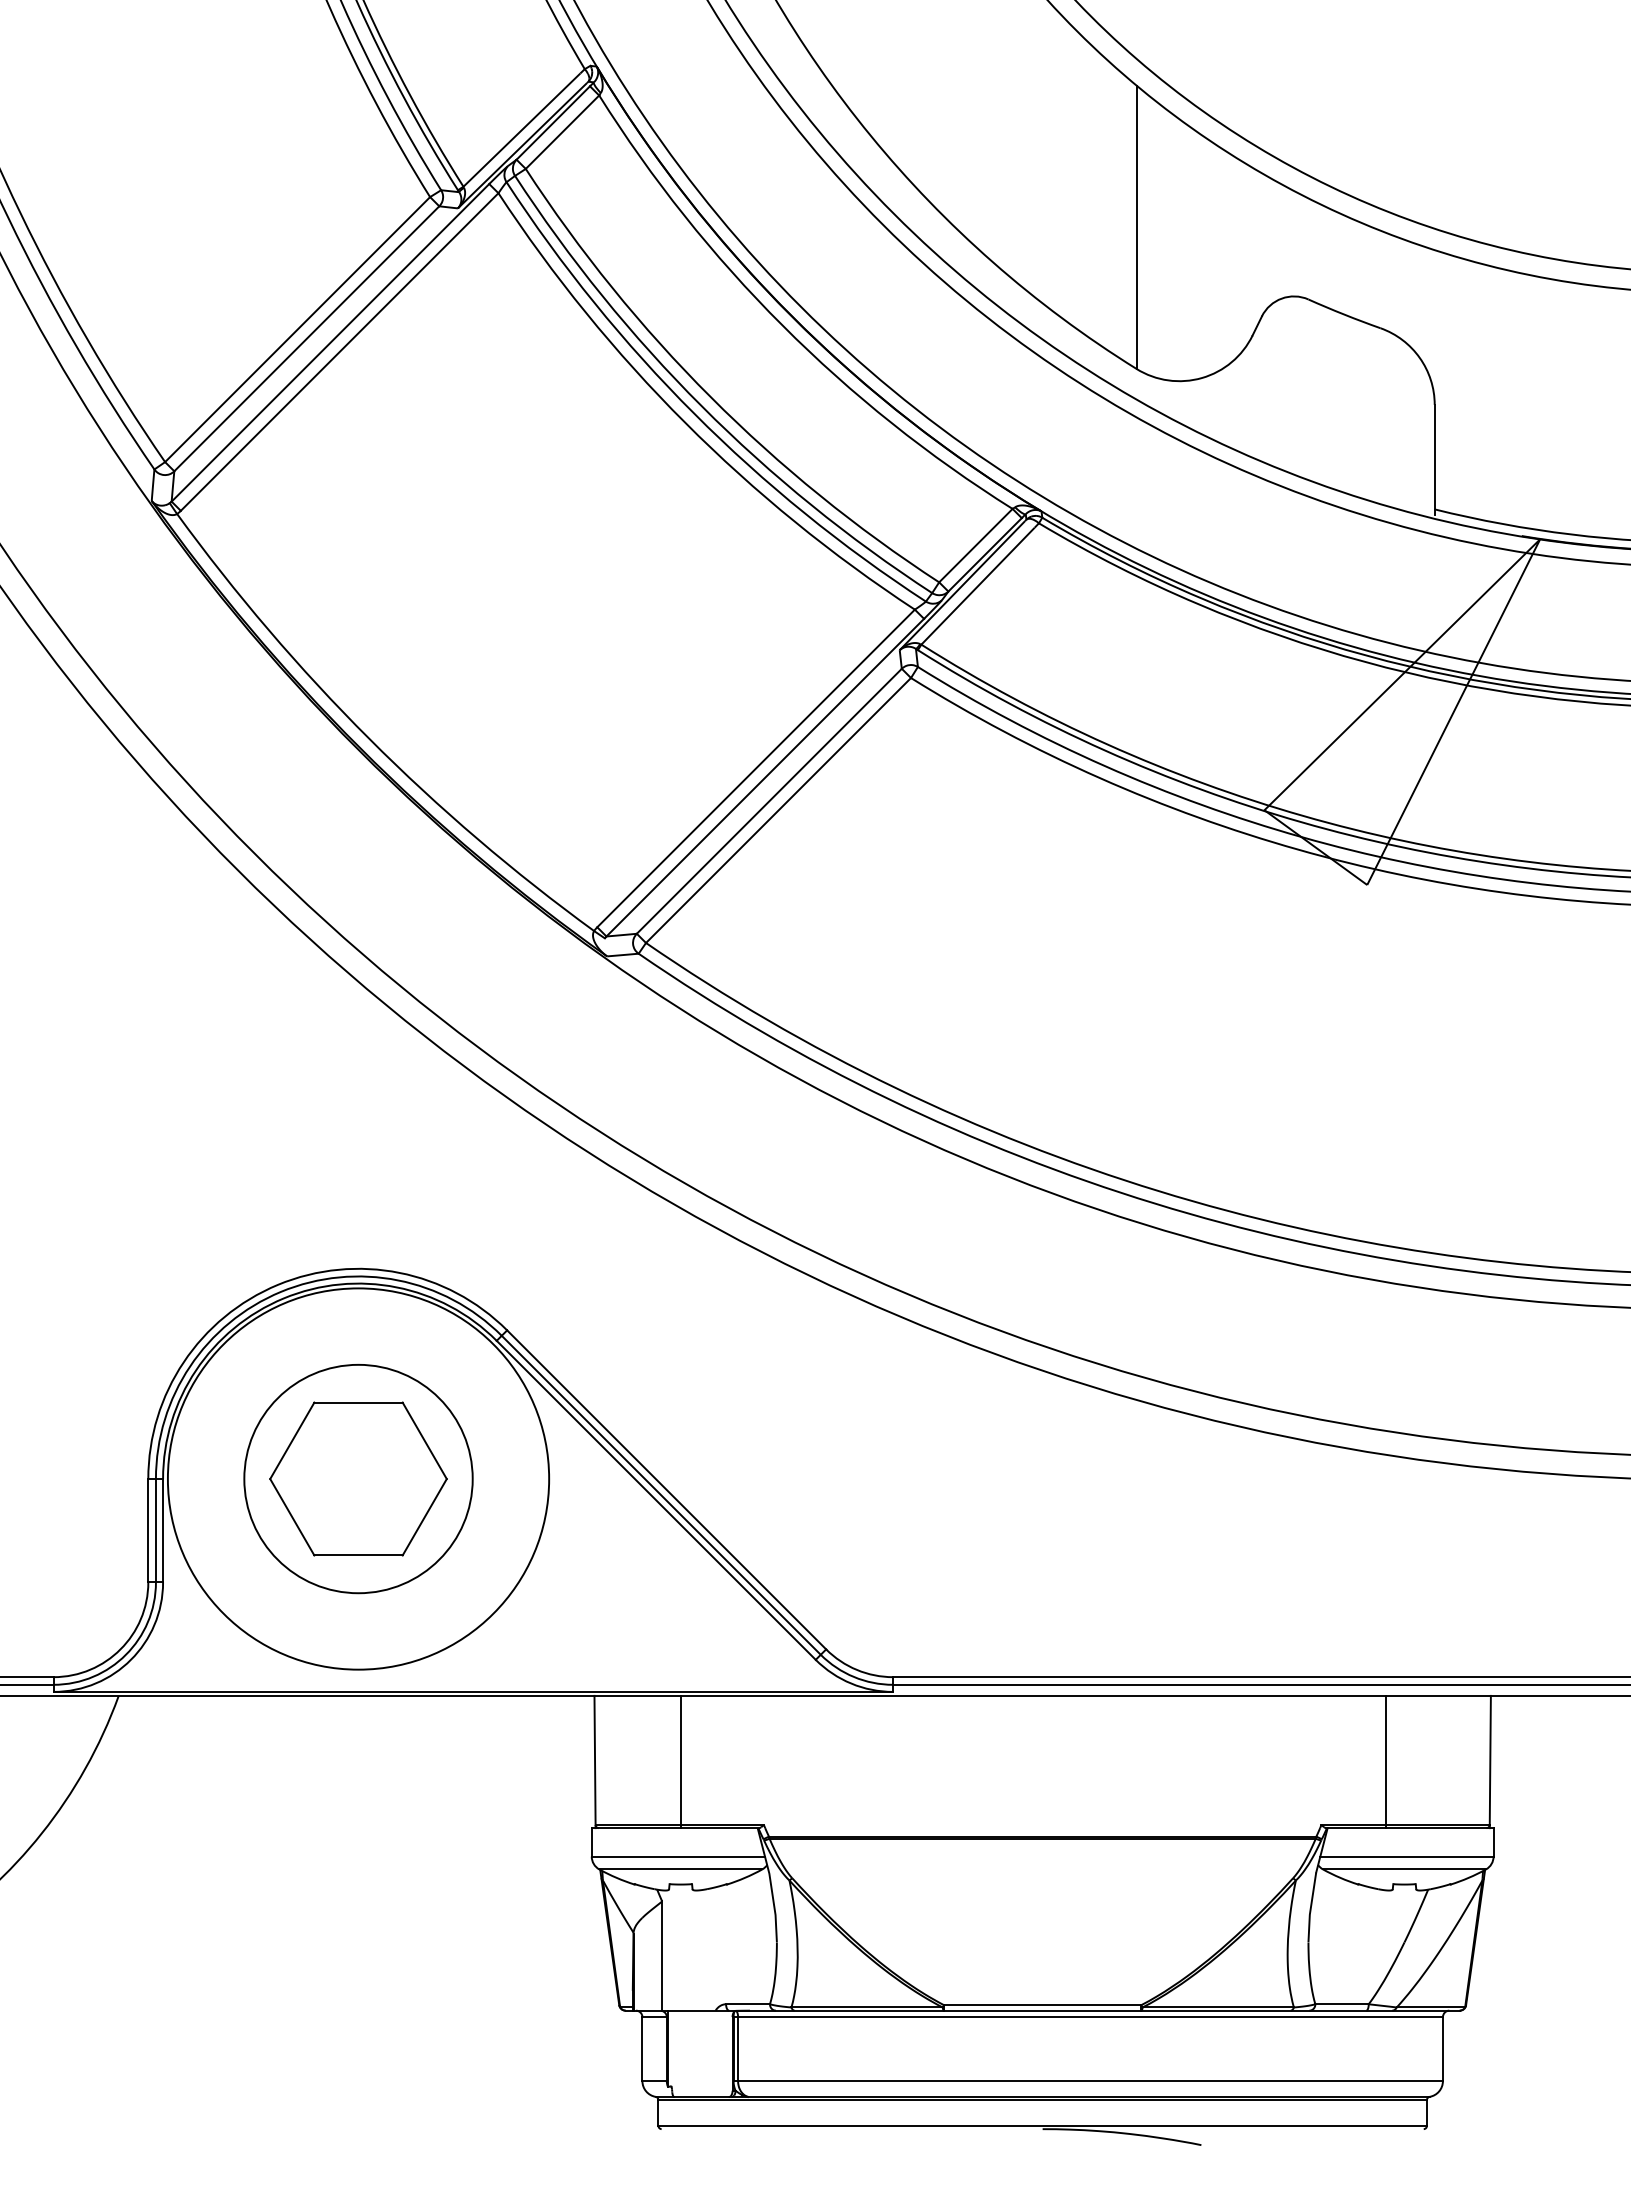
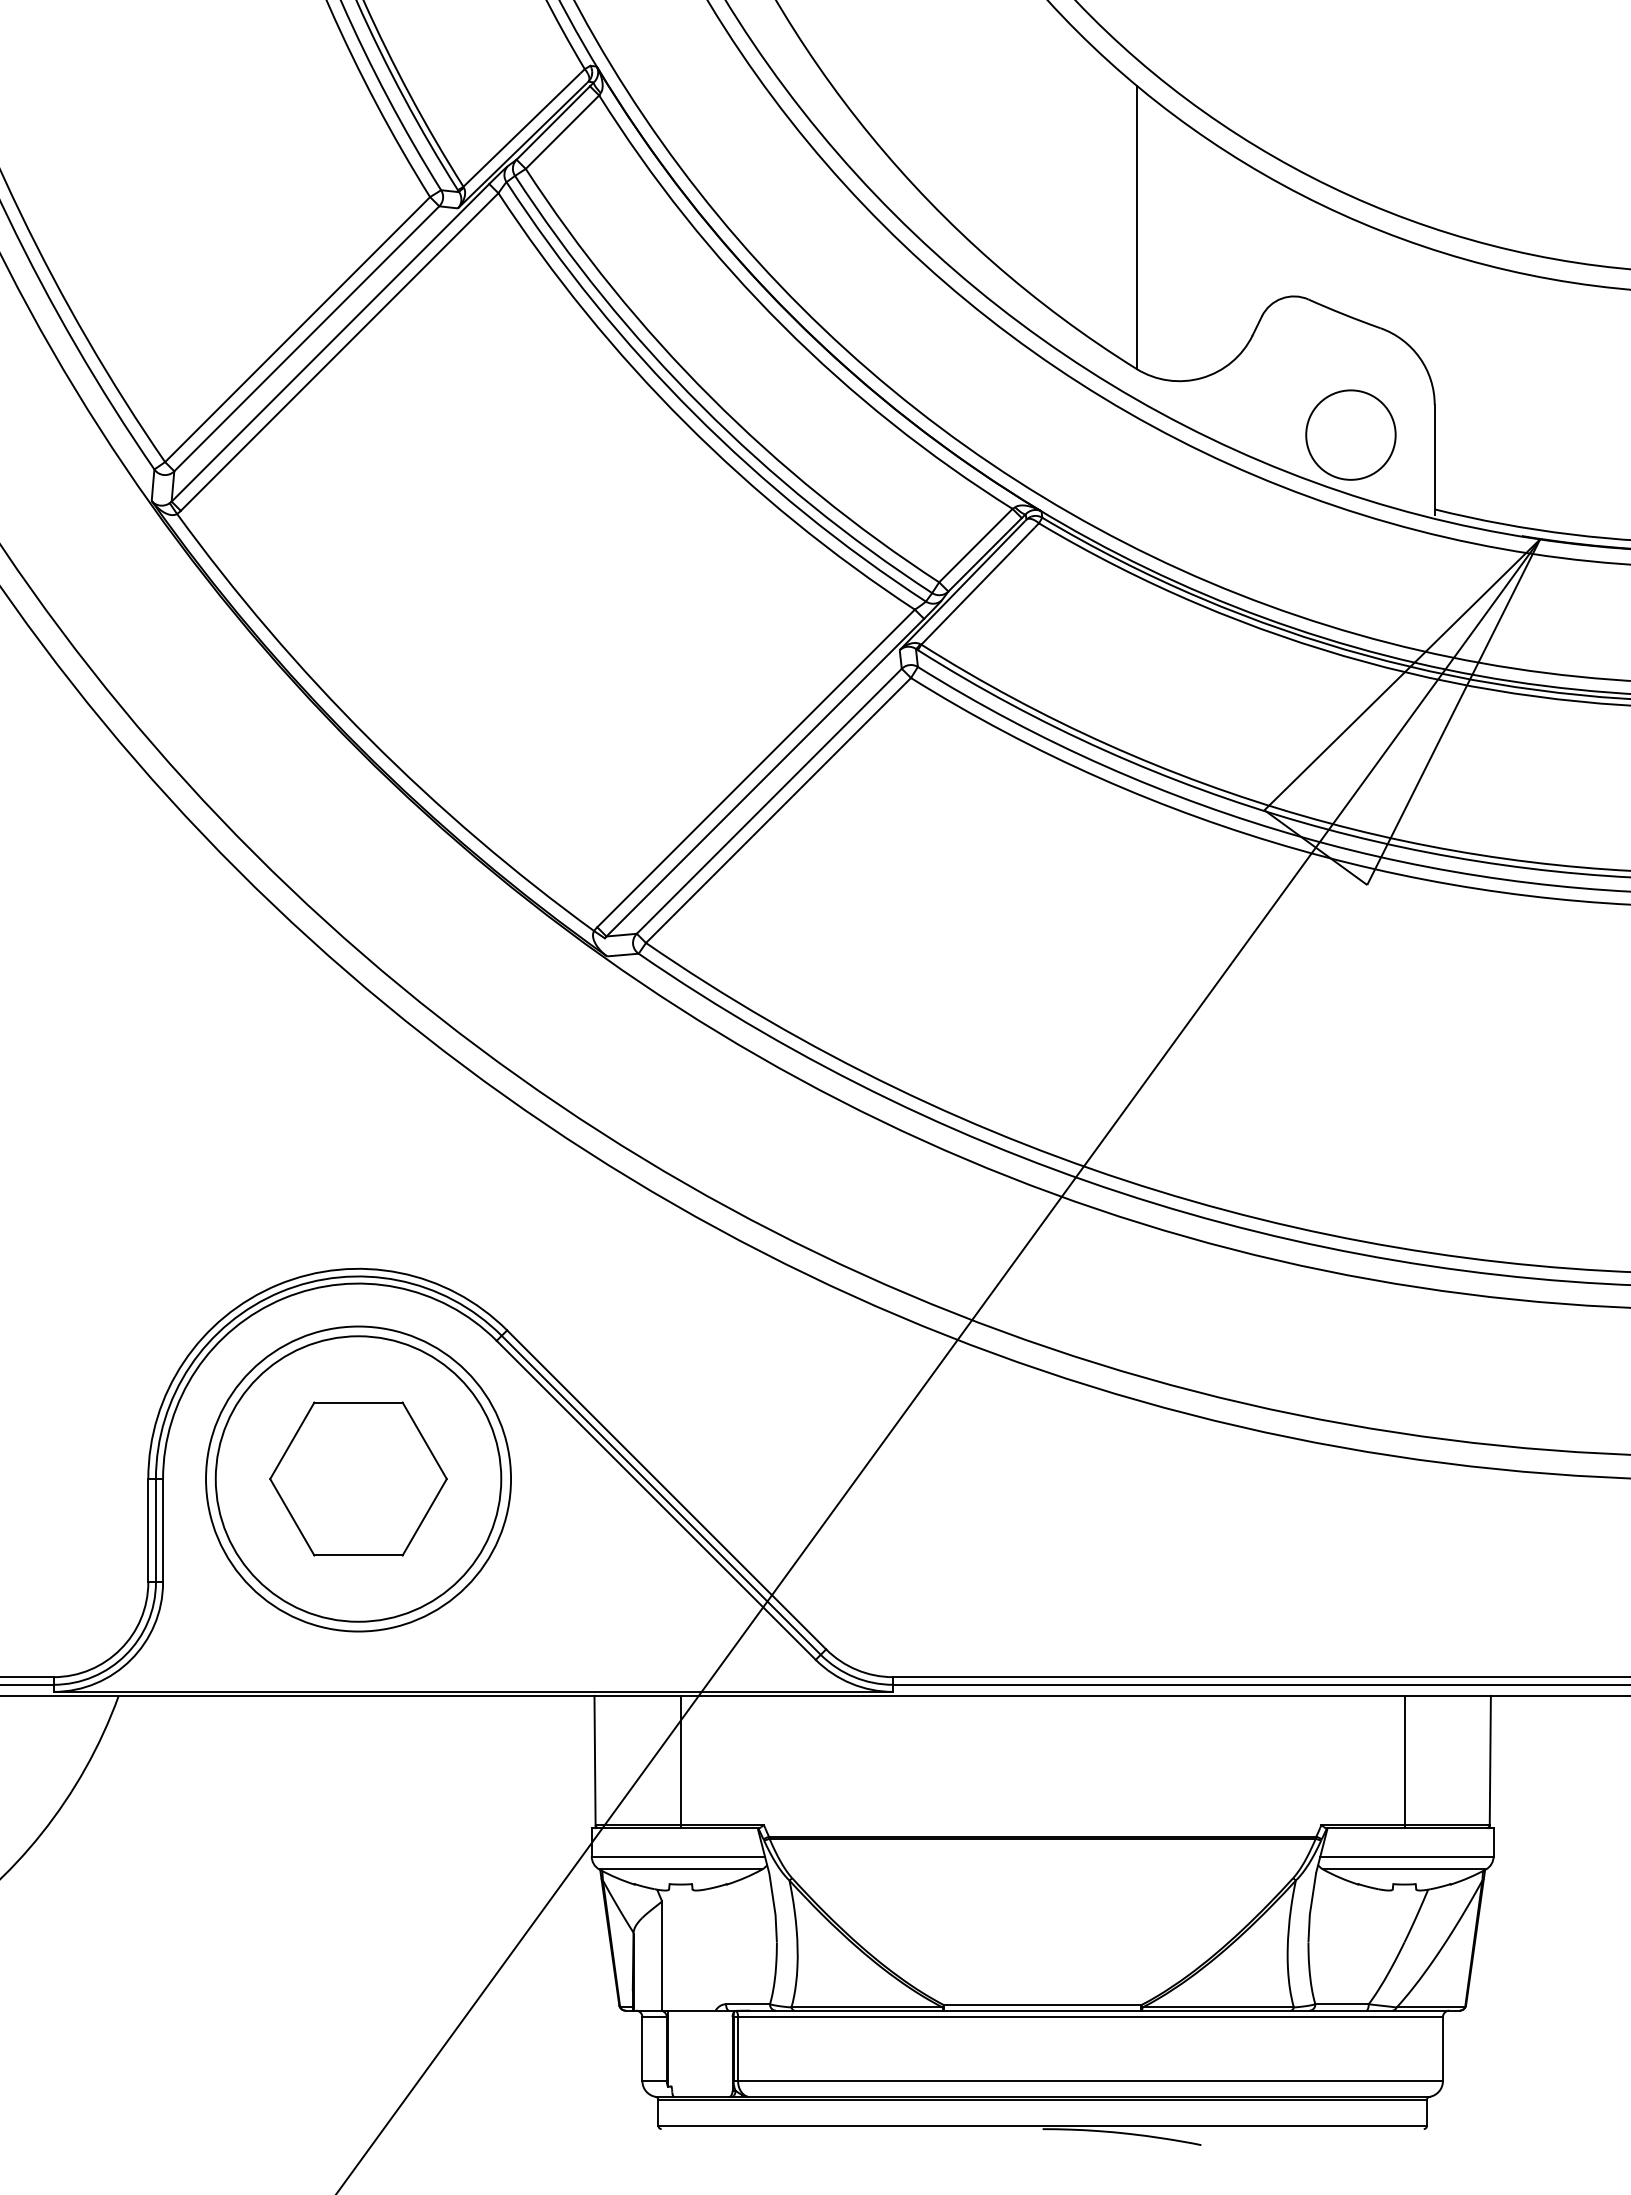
circle at (1350, 434): none -> present
line at (939, 1365): none -> present
circle at (358, 1478) diameter: 228 px -> 285 px
circle at (358, 1478) diameter: 381 px -> 305 px
line at (1385, 1761) position: (1385, 1761) -> (1404, 1761)
